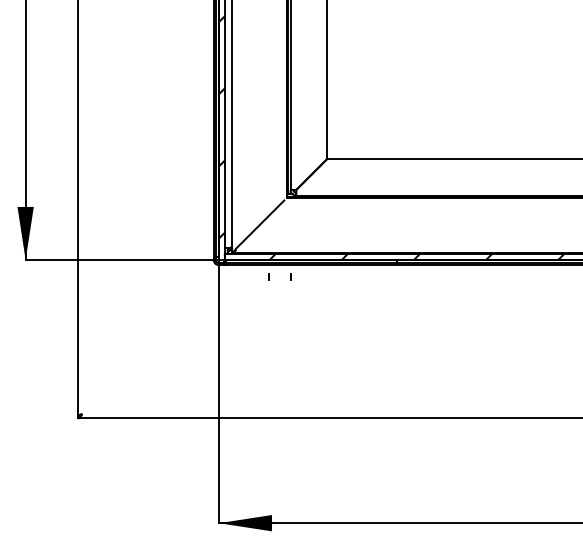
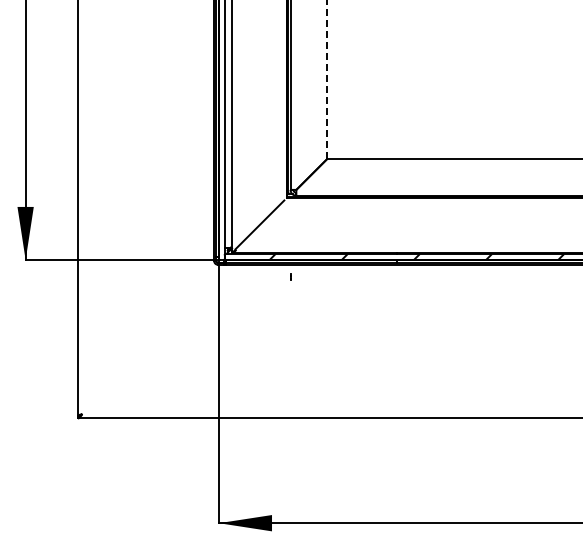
line at (327, 79): solid -> dashed
hatch at (221, 127): present -> none
part at (268, 276): present -> none
